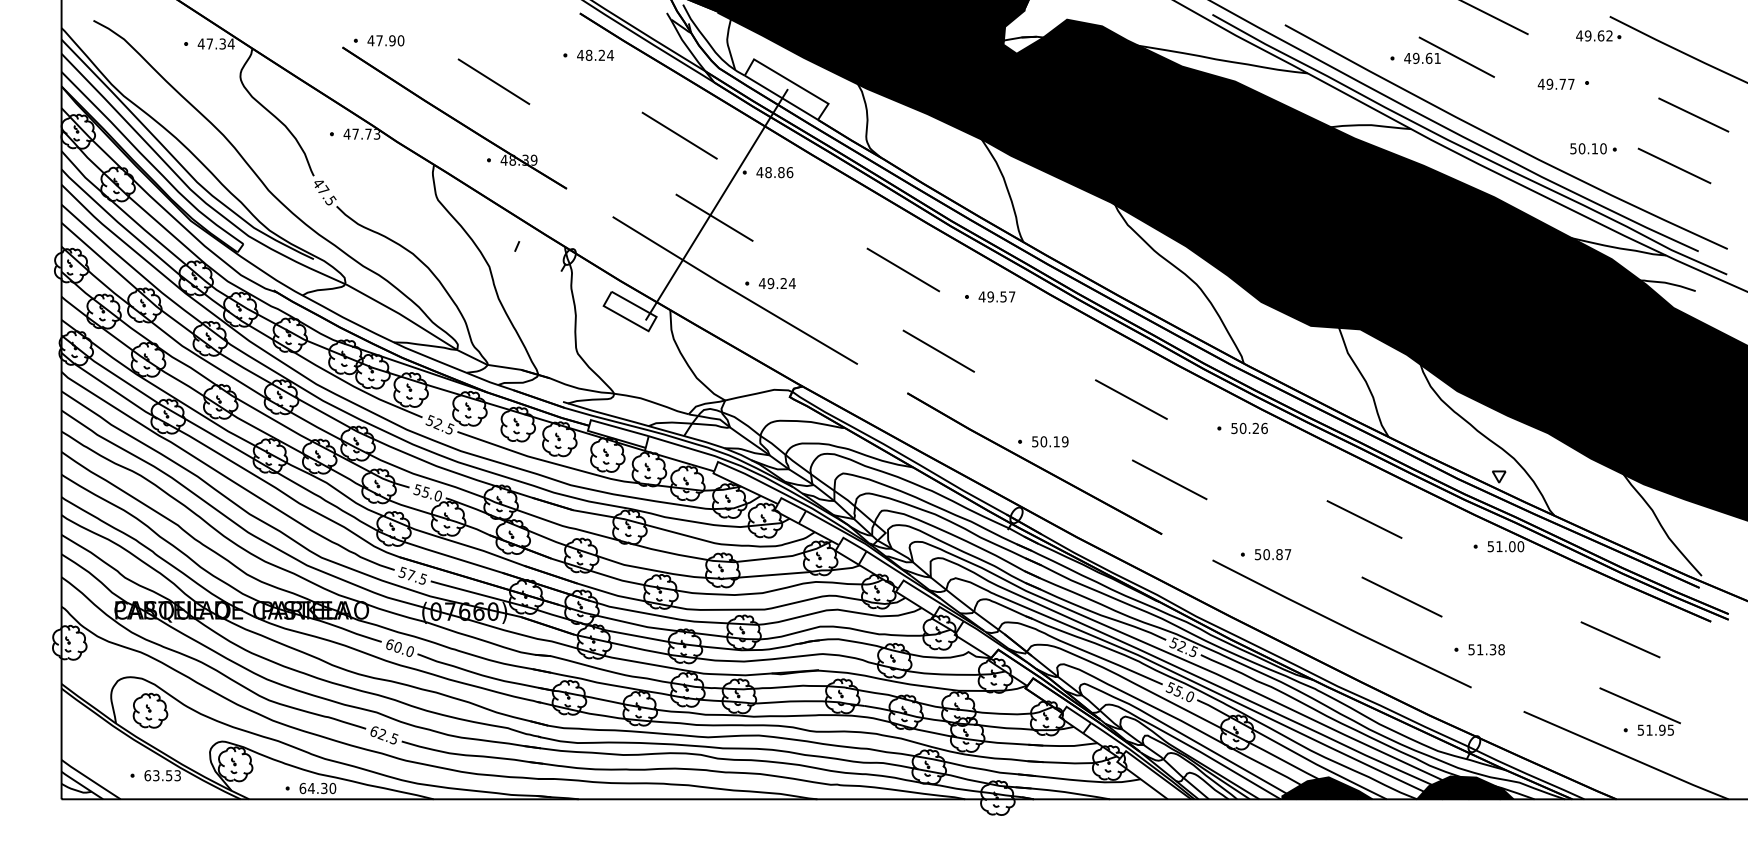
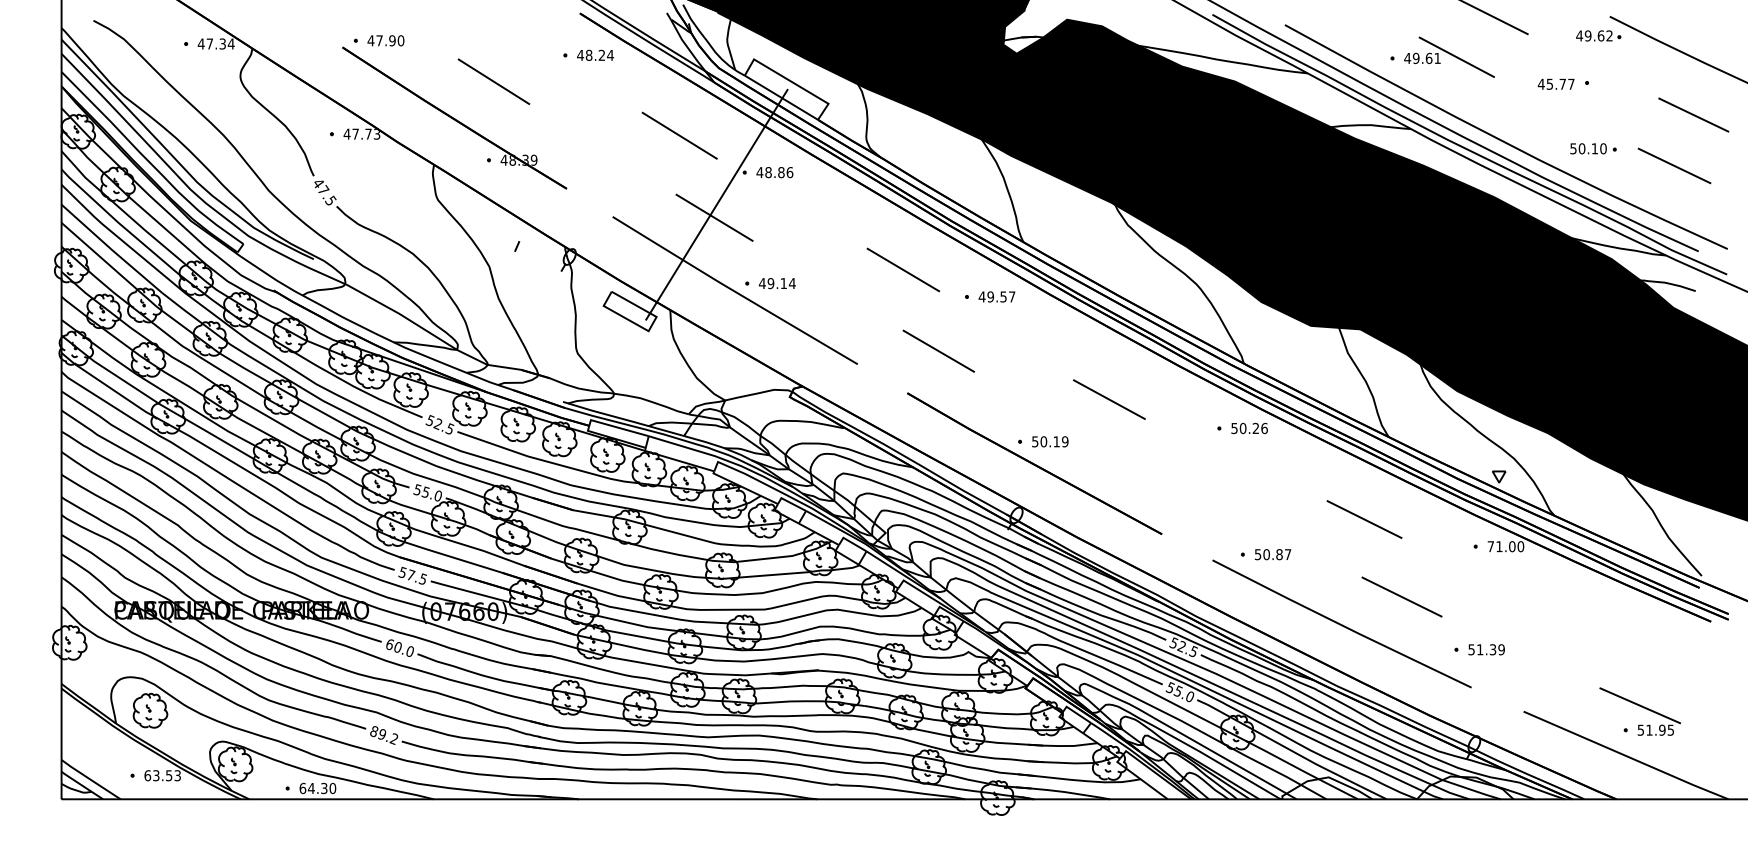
text at (1549, 83): 49.77 -> 45.77
text at (783, 283): 49.24 -> 49.14
line at (1131, 399) position: (1131, 399) -> (1109, 399)
line at (1169, 479): present -> none
text at (1490, 546): 51.00 -> 71.00
line at (1620, 639): present -> none
text at (1501, 649): 51.38 -> 51.39
text at (384, 735): 62.5 -> 89.2
fill at (1465, 787): present -> none
fill at (1327, 788): present -> none
